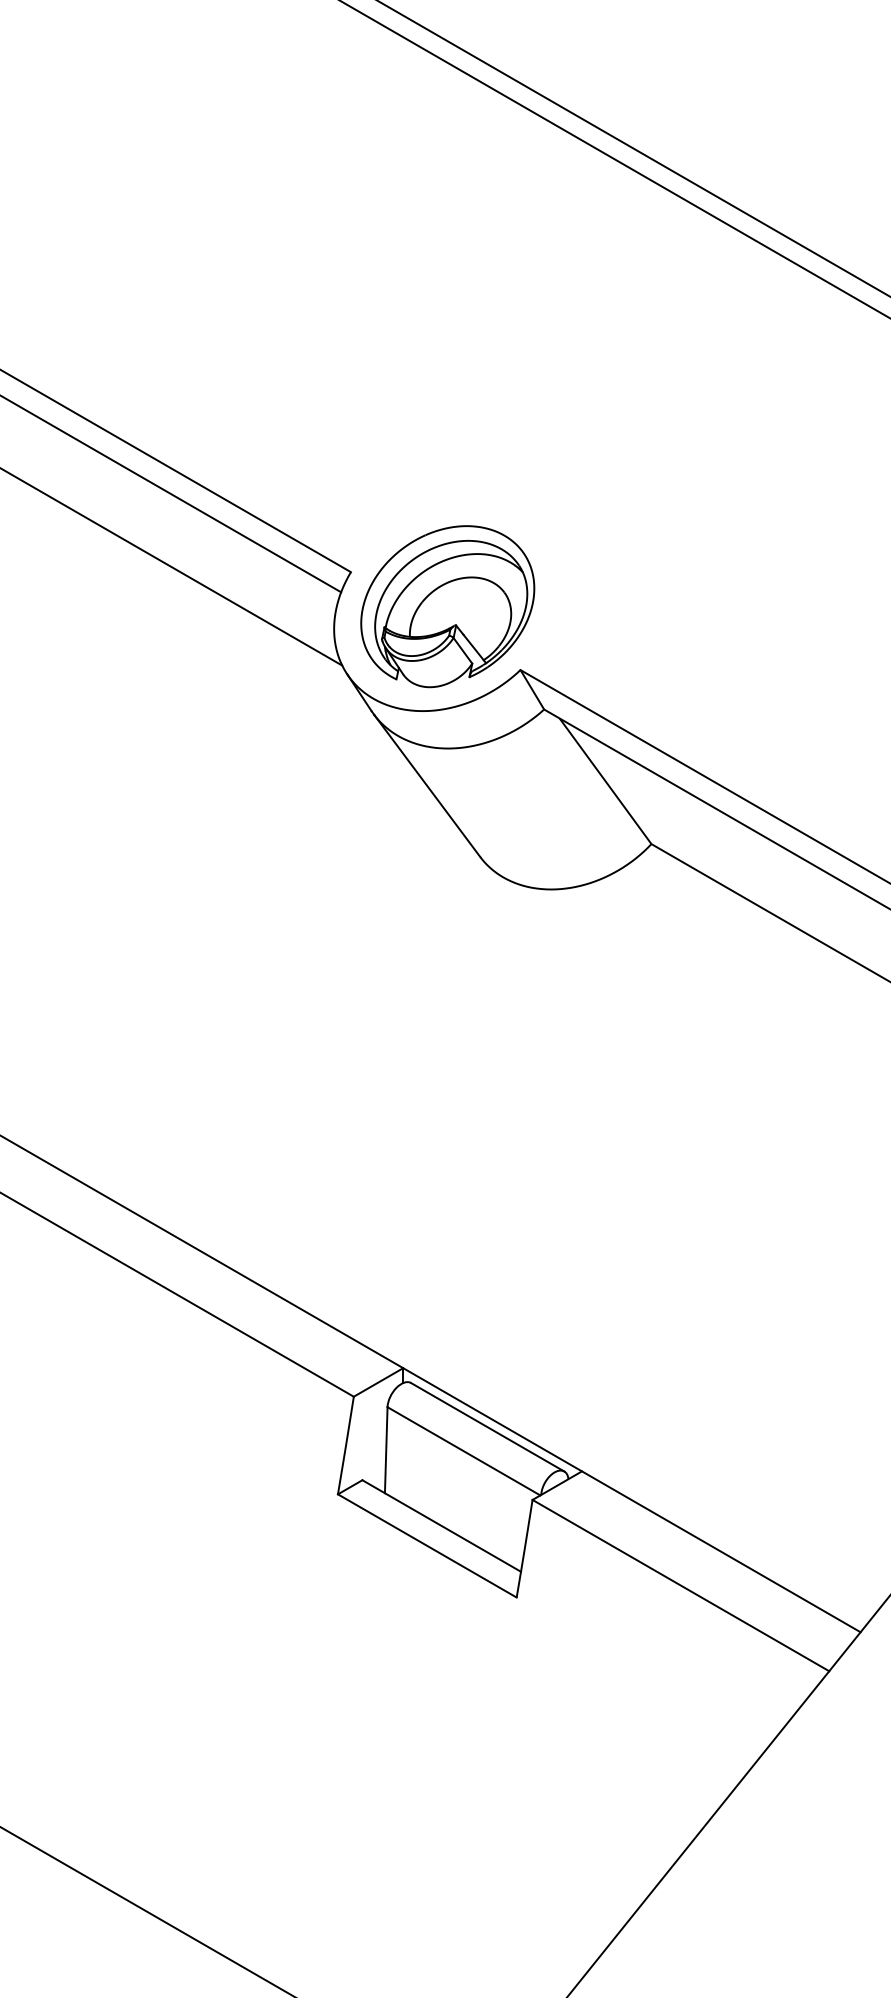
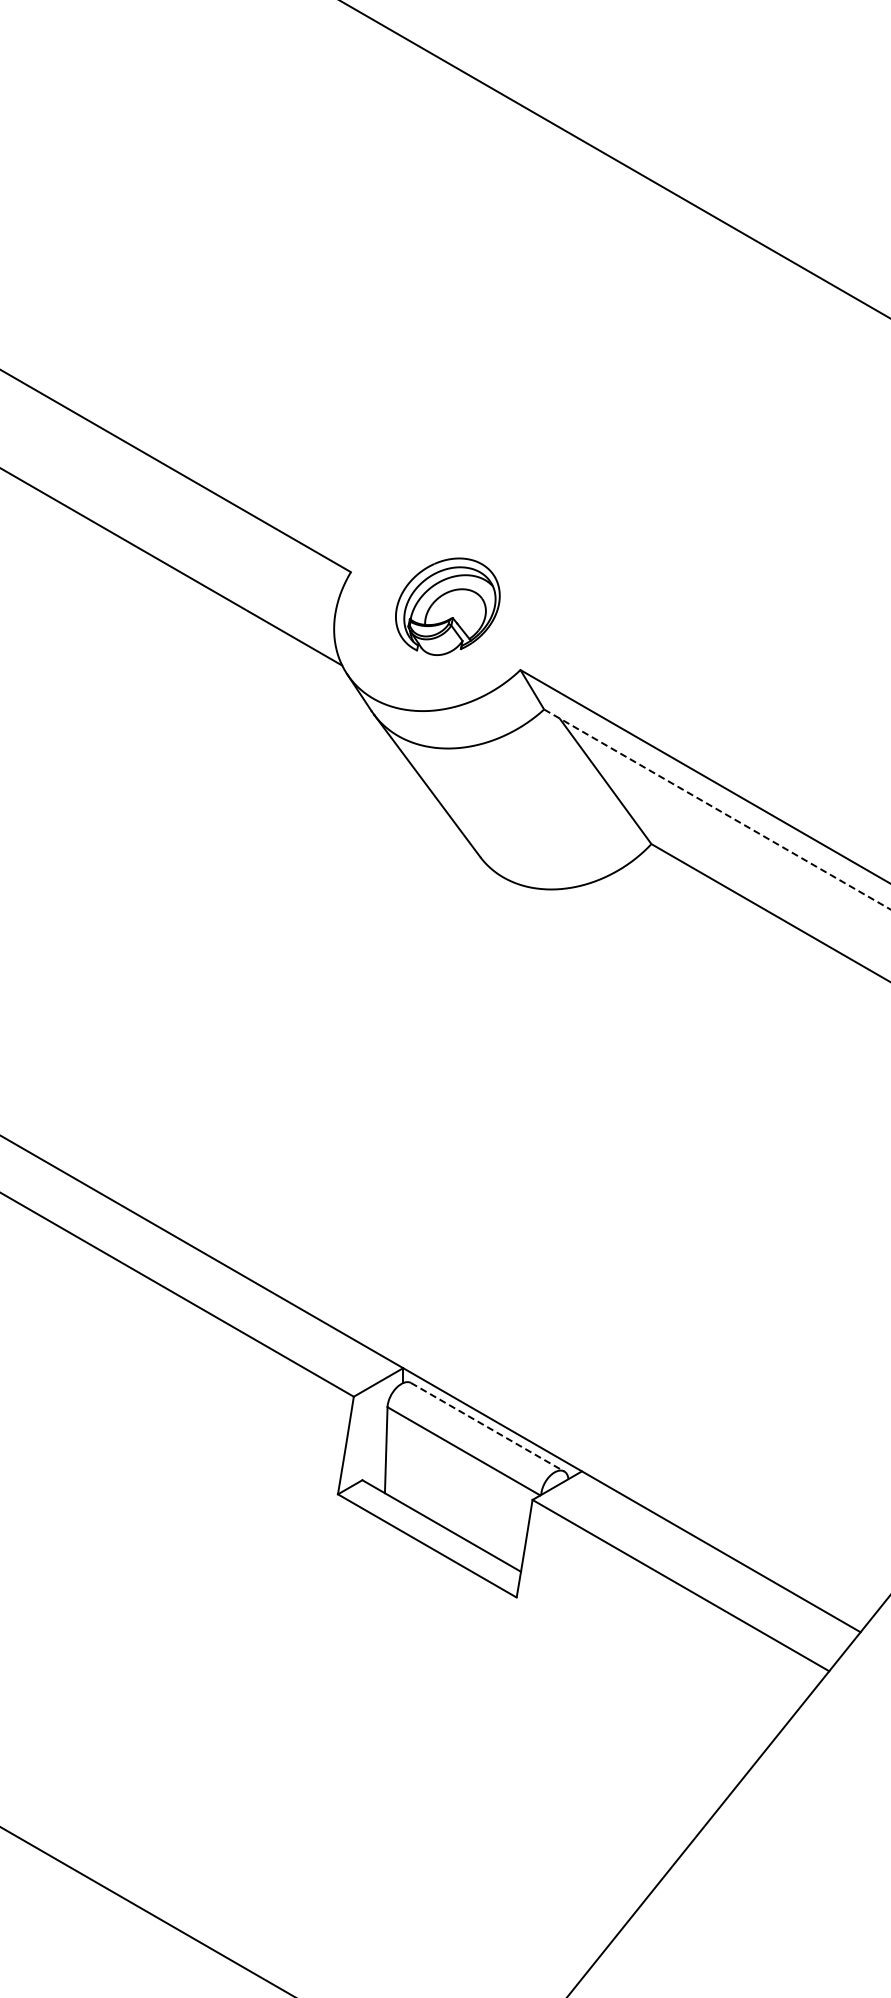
line at (633, 148): present -> none
line at (171, 494): present -> none
part at (447, 606) size: 176x164 px -> 106x99 px
line at (717, 809): solid -> dashed
line at (487, 1427): solid -> dashed
